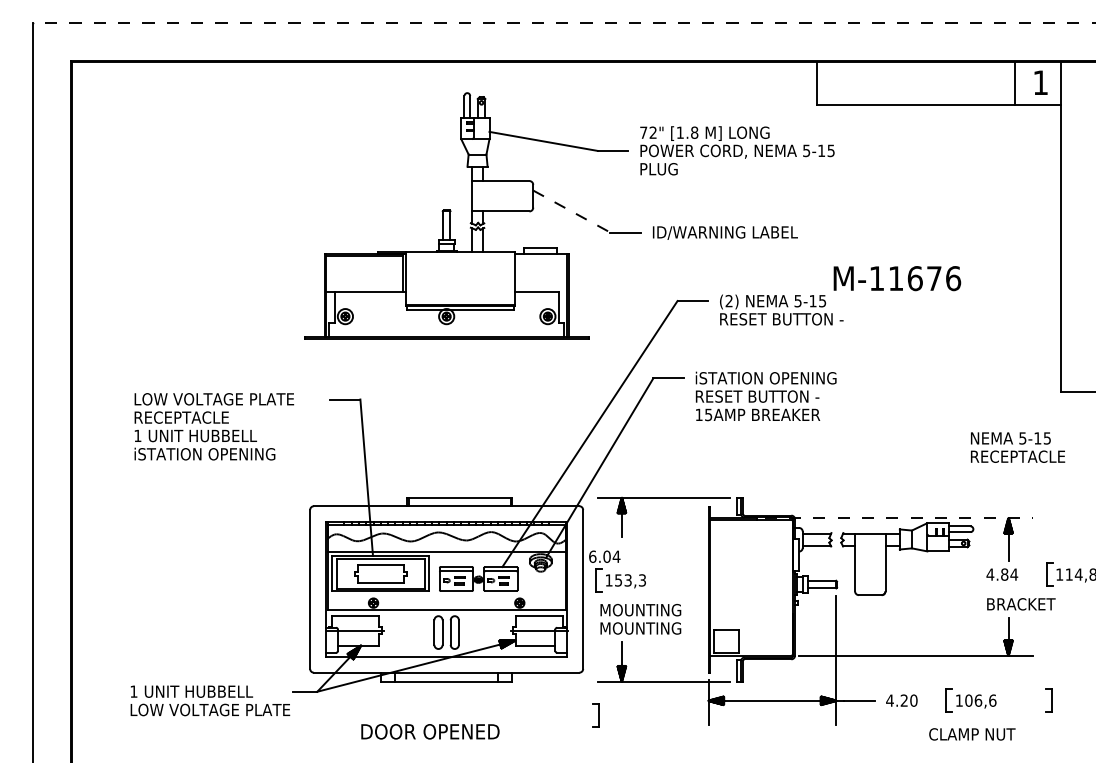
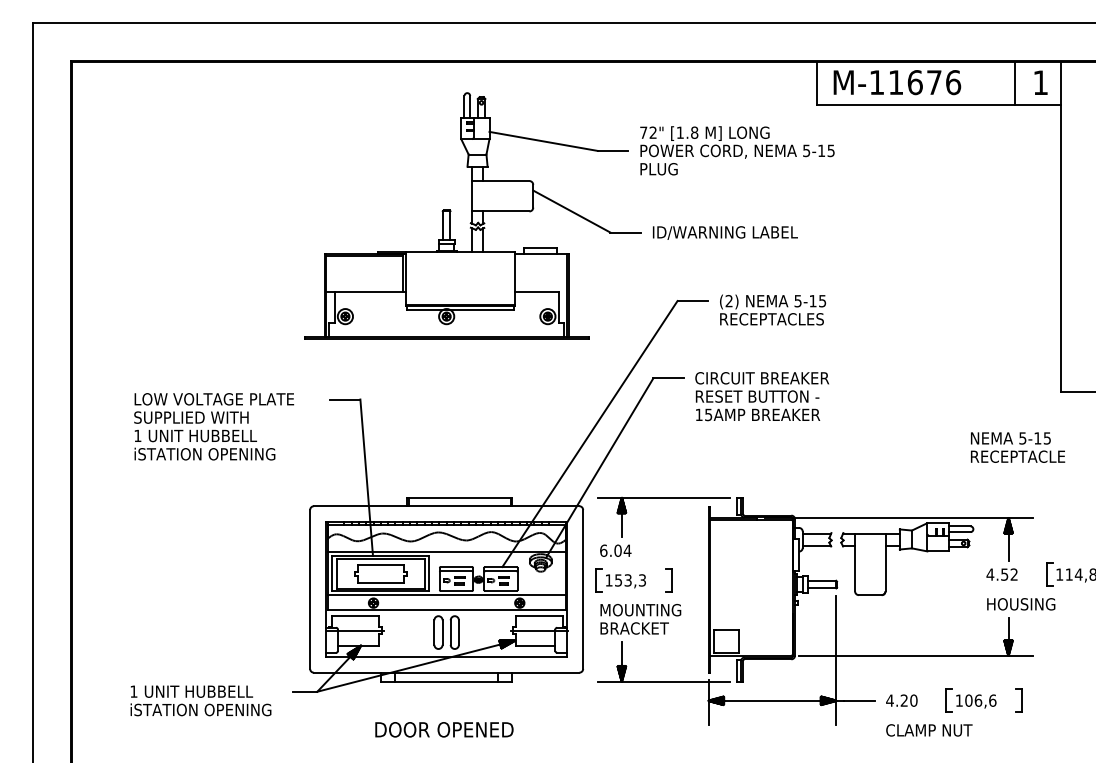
line at (563, 22): dashed -> solid
line at (571, 211): dashed -> solid
text at (897, 278) position: (897, 278) -> (897, 82)
text at (791, 319): RESET BUTTON - -> RECEPTACLES
text at (765, 377): iSTATION OPENING -> CIRCUIT BREAKER
text at (191, 417): RECEPTACLE -> SUPPLIED WITH
line at (899, 518): dashed -> solid
text at (604, 556) position: (604, 556) -> (615, 550)
text at (1009, 574): 4.84 -> 4.52
line at (446, 594): none -> present
text at (1021, 604): BRACKET -> HOUSING
text at (641, 628): MOUNTING -> BRACKET
part at (1048, 700) position: (1048, 700) -> (1018, 700)
text at (210, 709): LOW VOLTAGE PLATE -> iSTATION OPENING
part at (595, 715) position: (595, 715) -> (668, 580)
text at (430, 731) position: (430, 731) -> (444, 729)
text at (972, 734) position: (972, 734) -> (929, 730)
